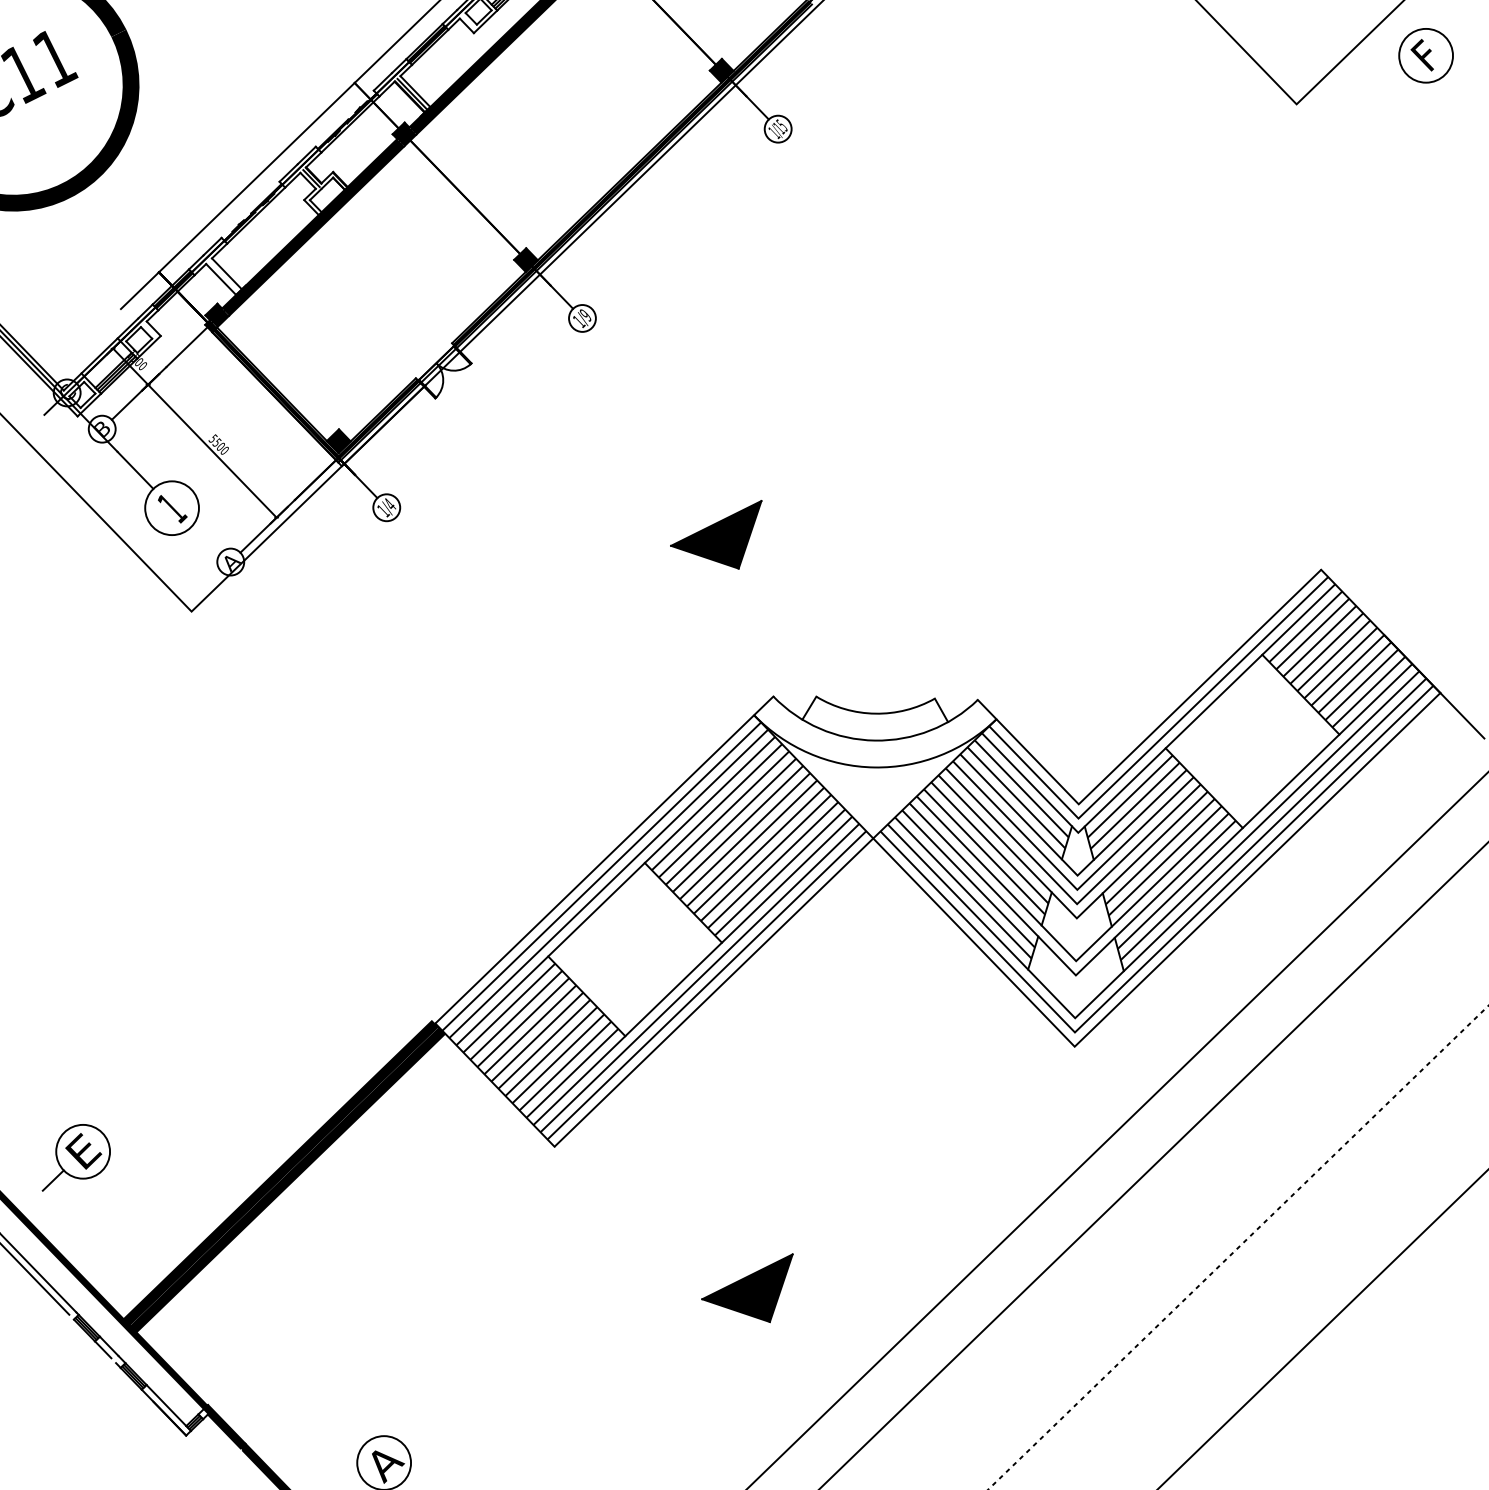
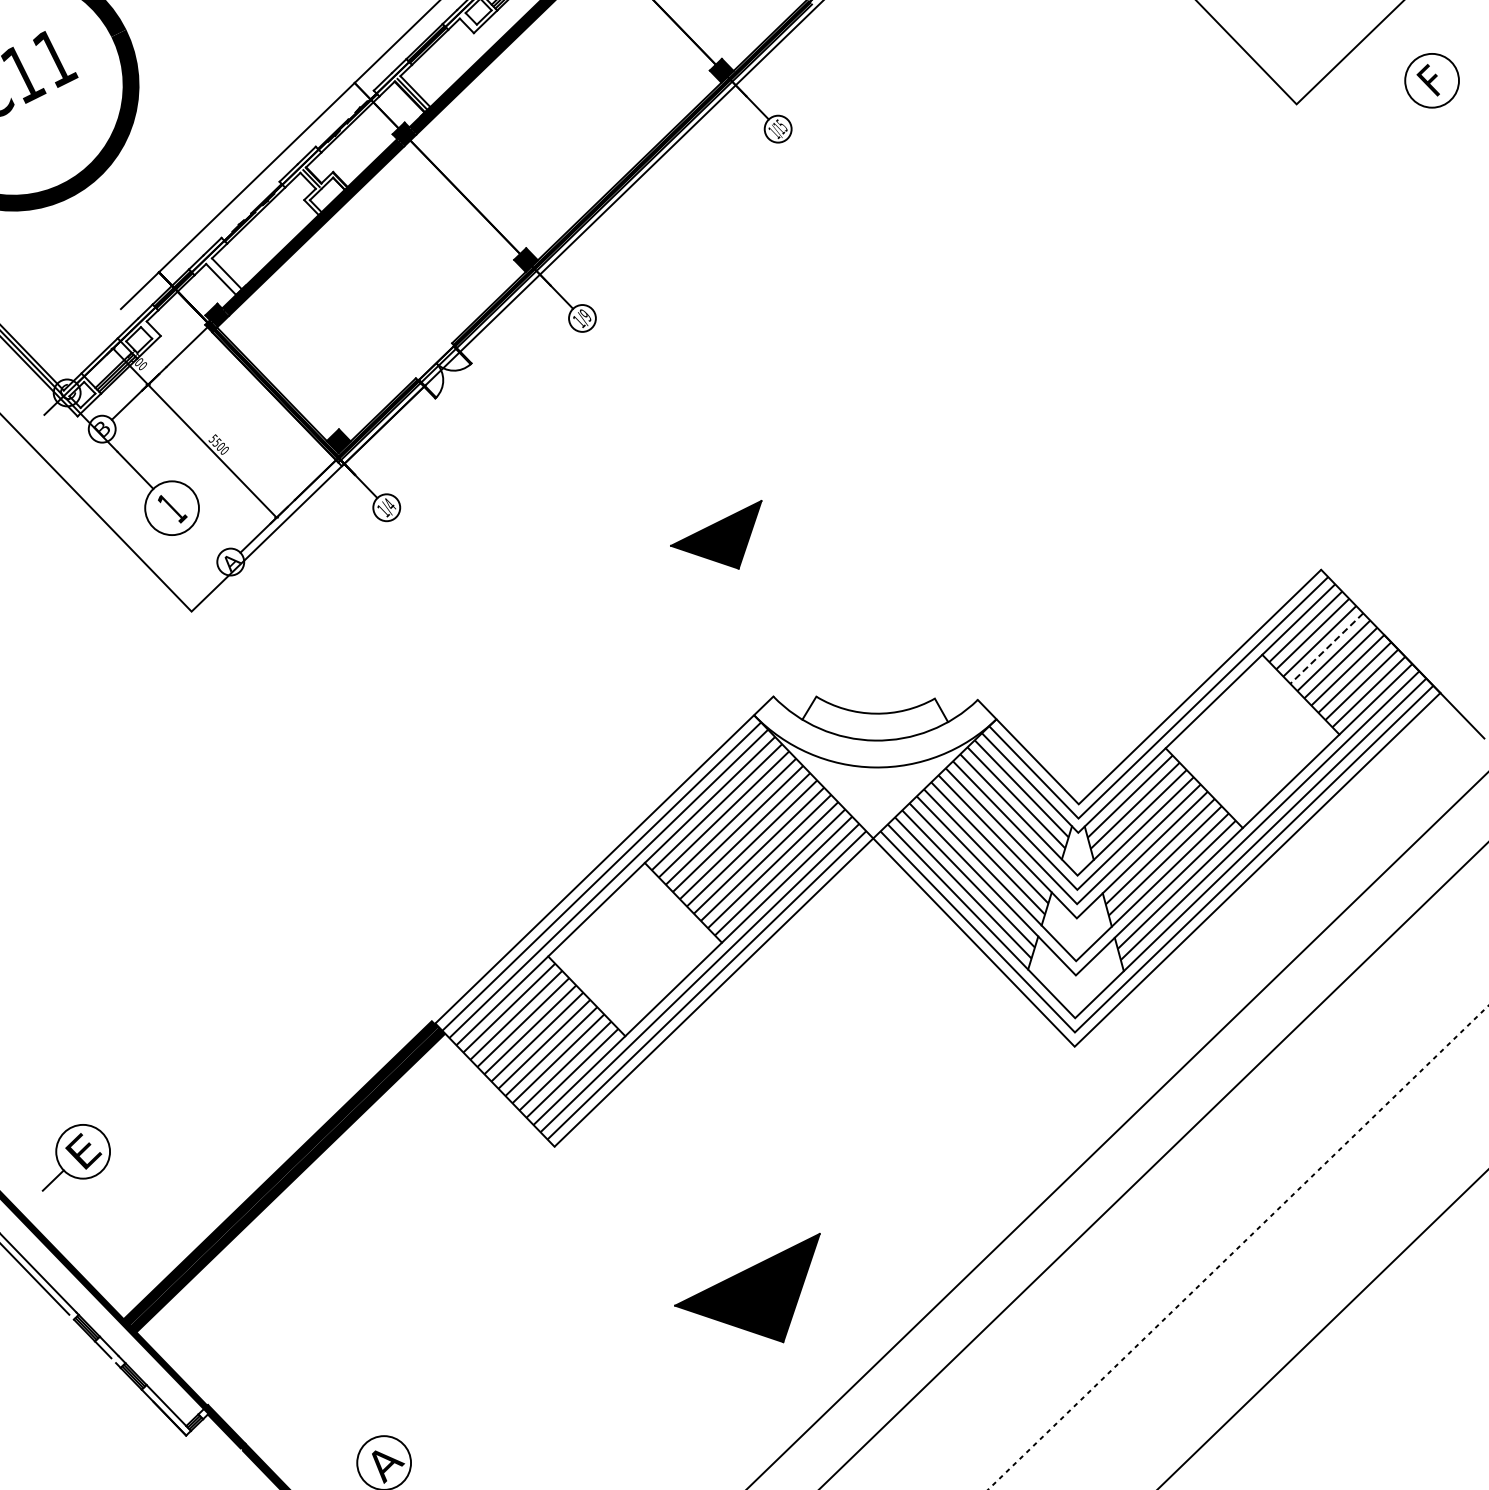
part at (1425, 55) position: (1425, 55) -> (1431, 80)
line at (1326, 648): solid -> dashed
part at (747, 1288) size: 93x71 px -> 147x112 px
